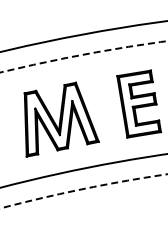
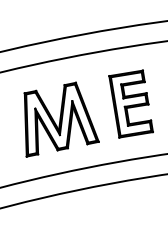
arc at (83, 54): dashed -> solid
part at (138, 103) position: (138, 103) -> (130, 103)
arc at (82, 189): dashed -> solid
